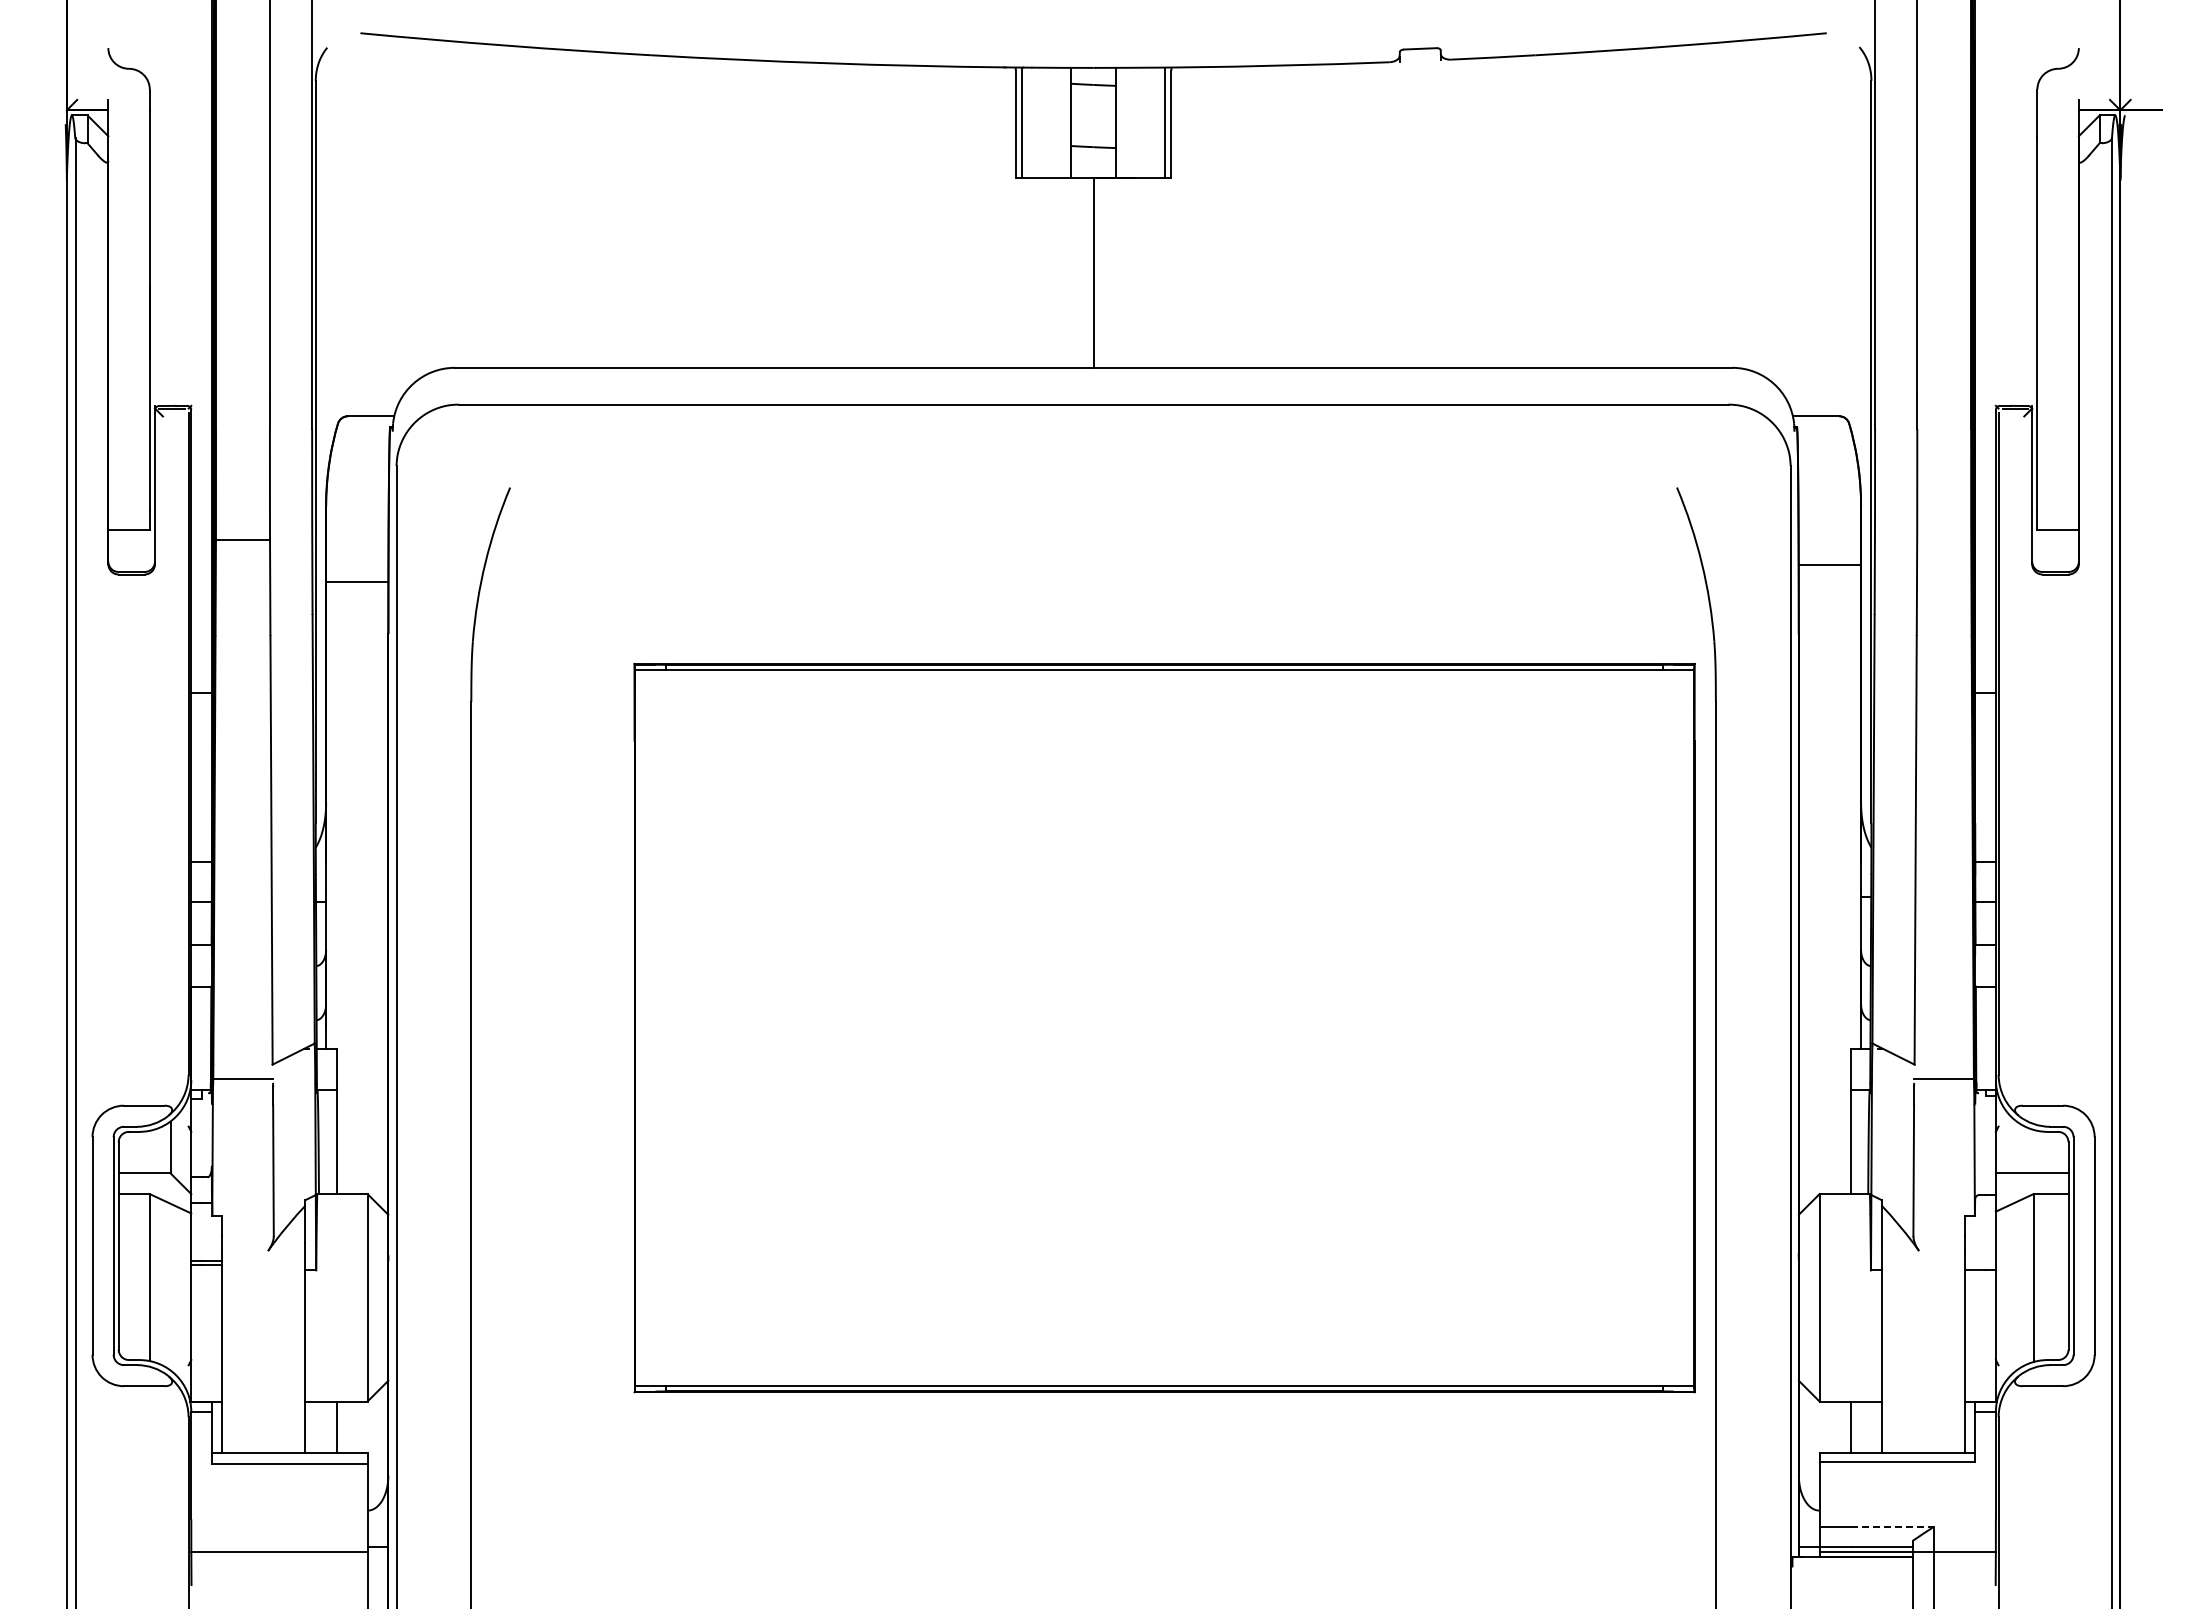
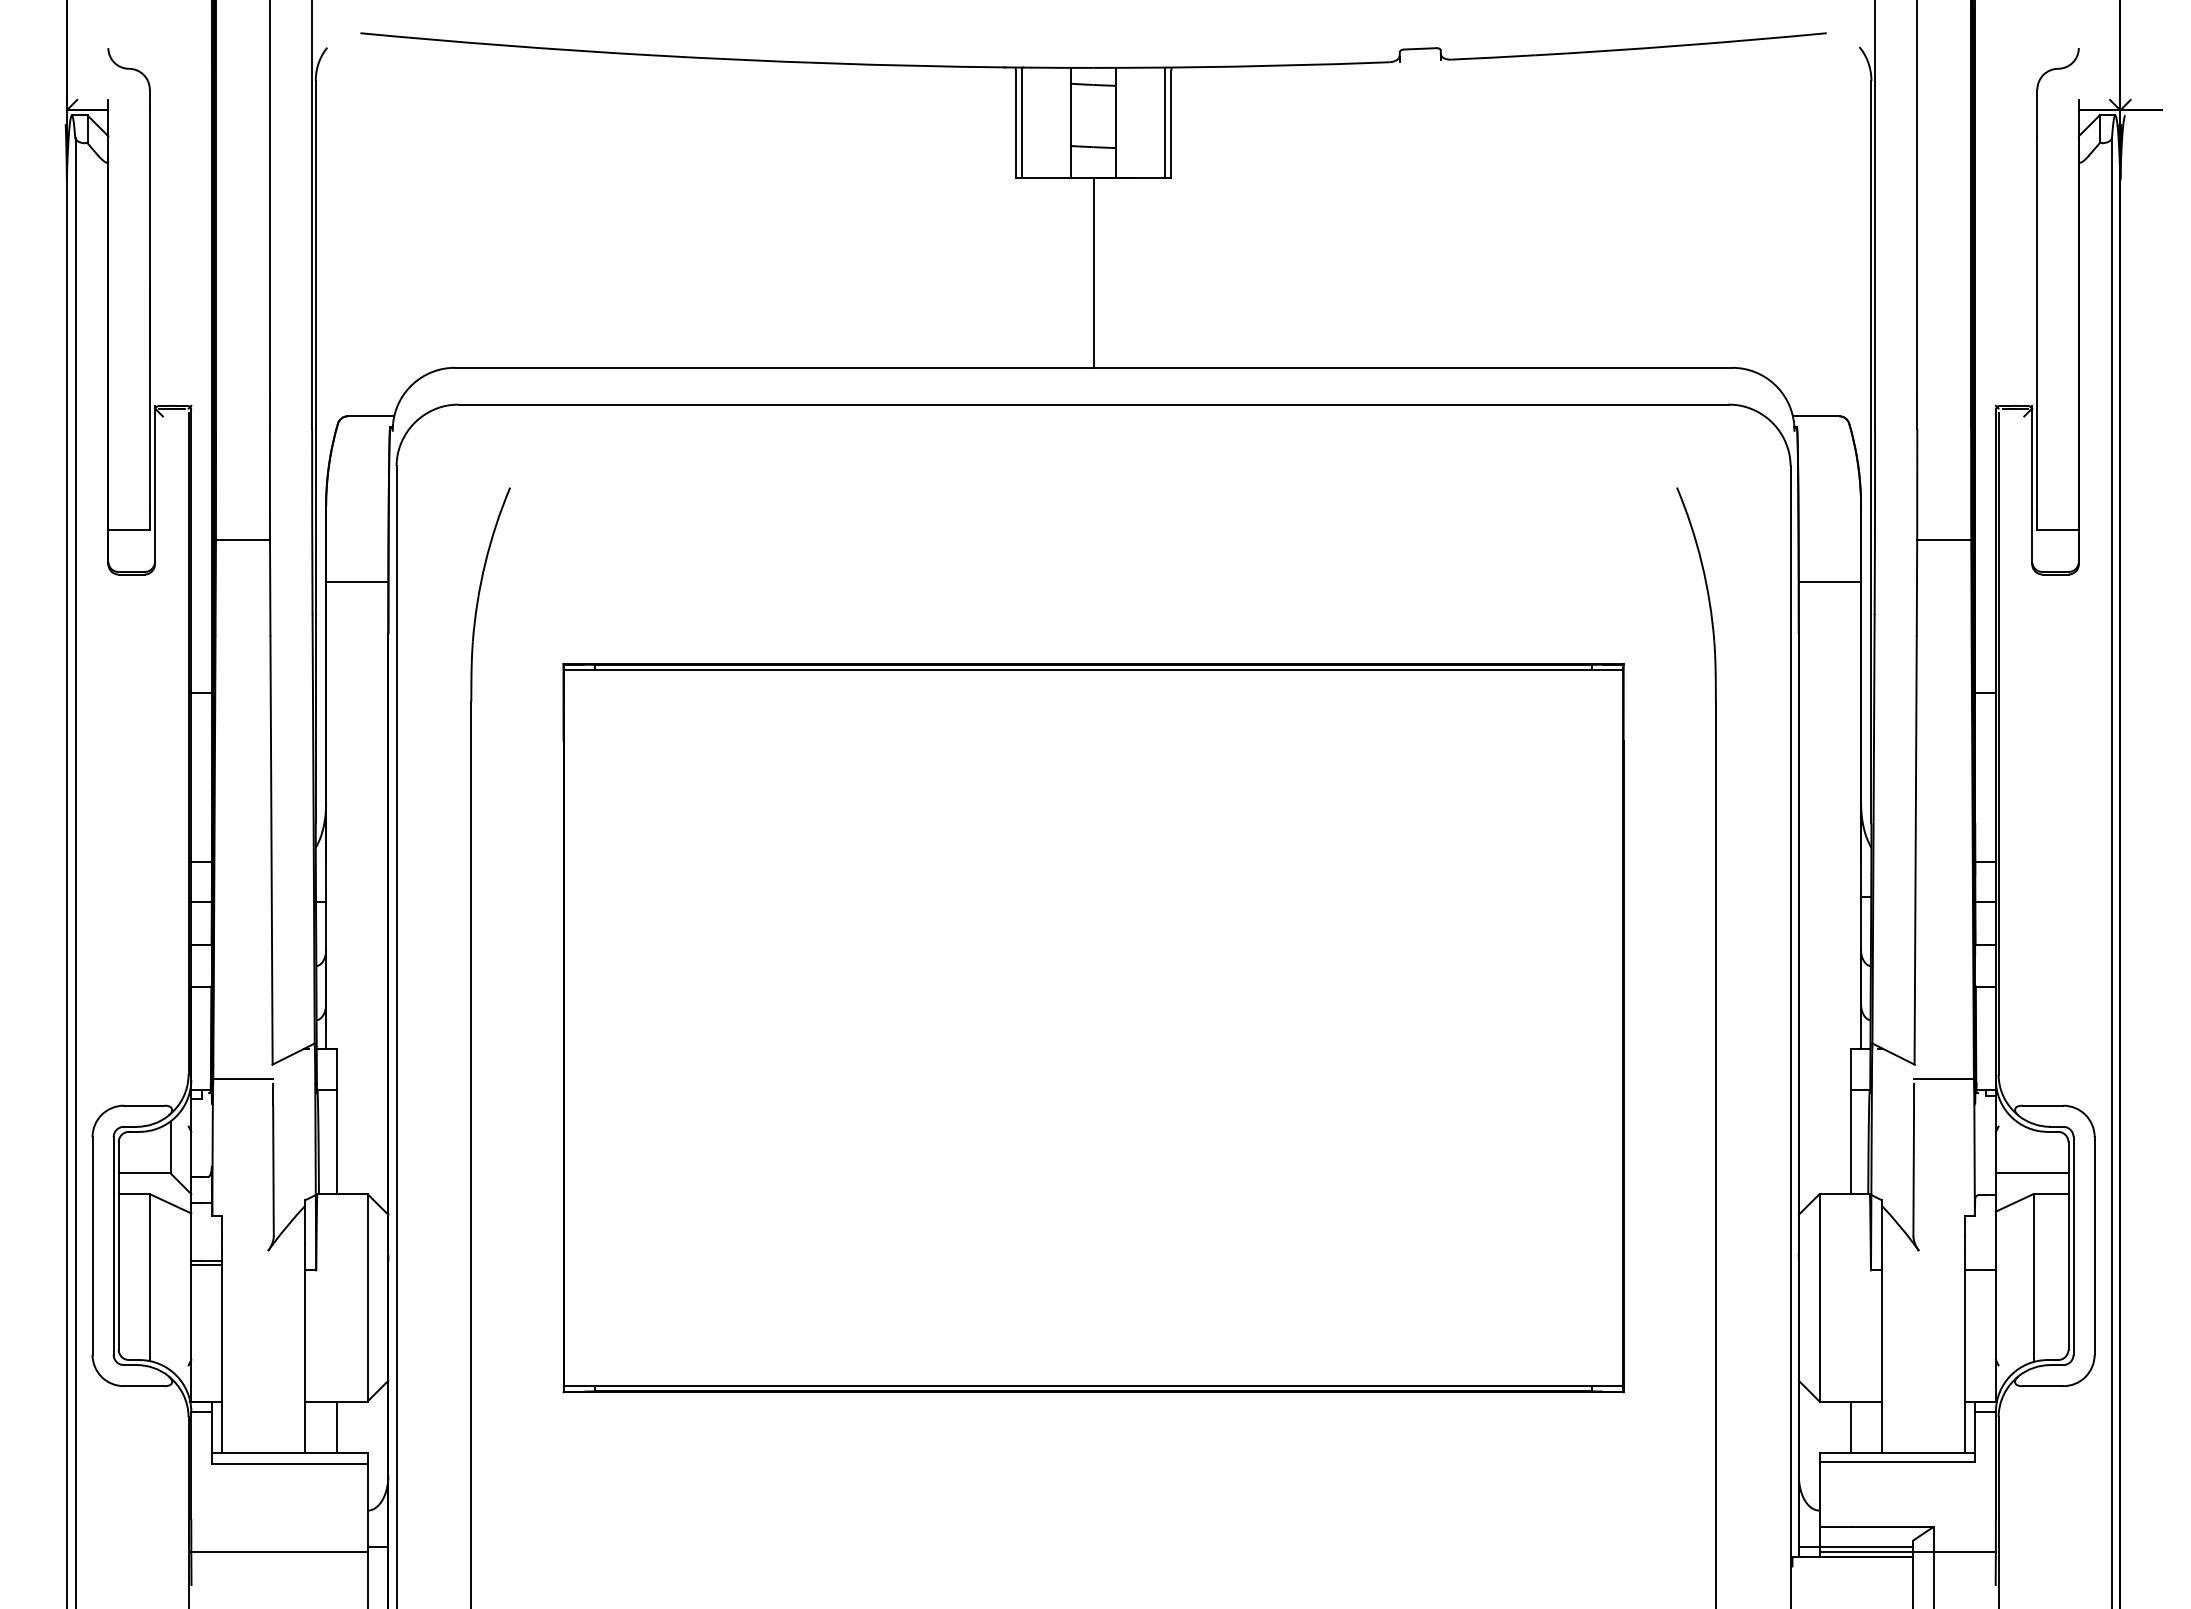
line at (1943, 540): none -> present
line at (1829, 565) position: (1829, 565) -> (1829, 582)
part at (1164, 1027) position: (1164, 1027) -> (1093, 1027)
line at (1892, 1526): dashed -> solid
